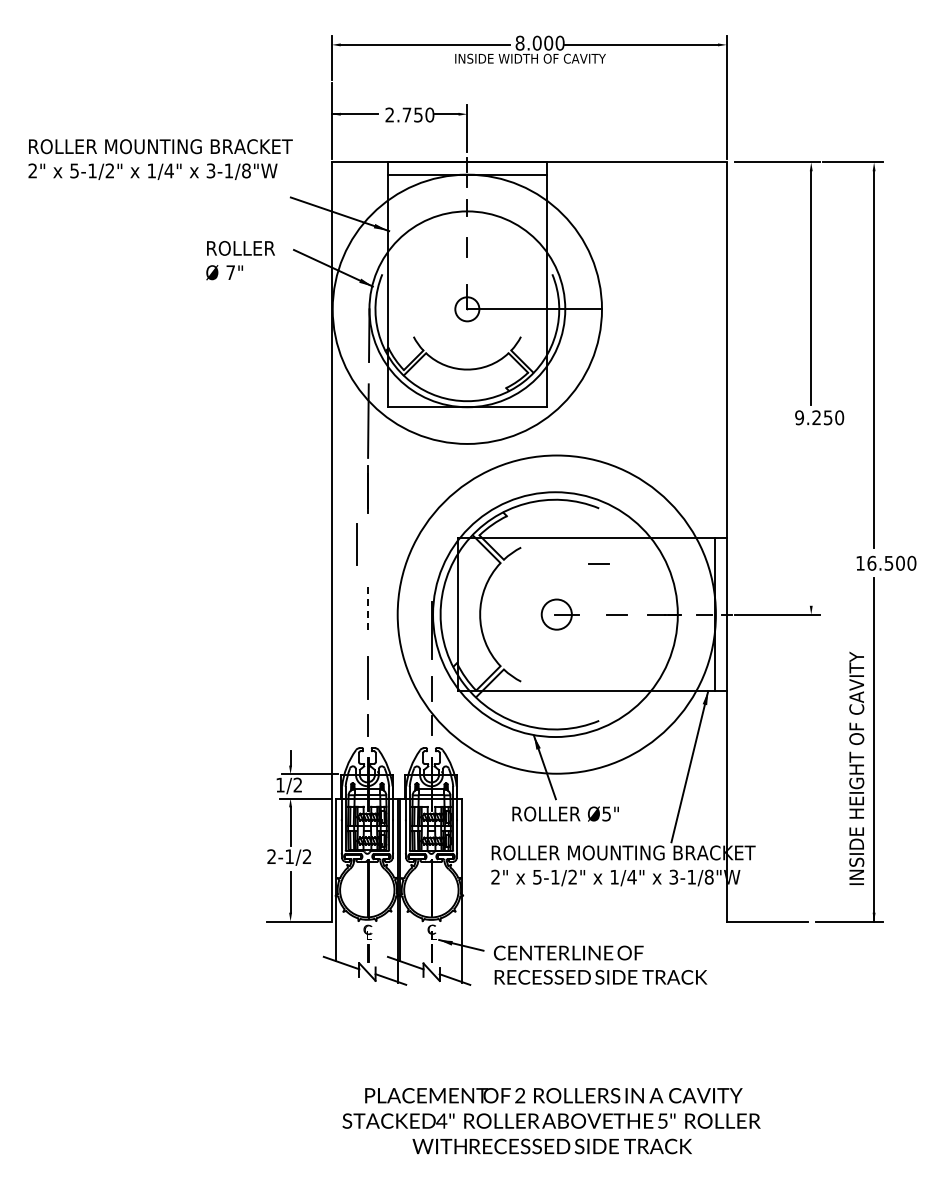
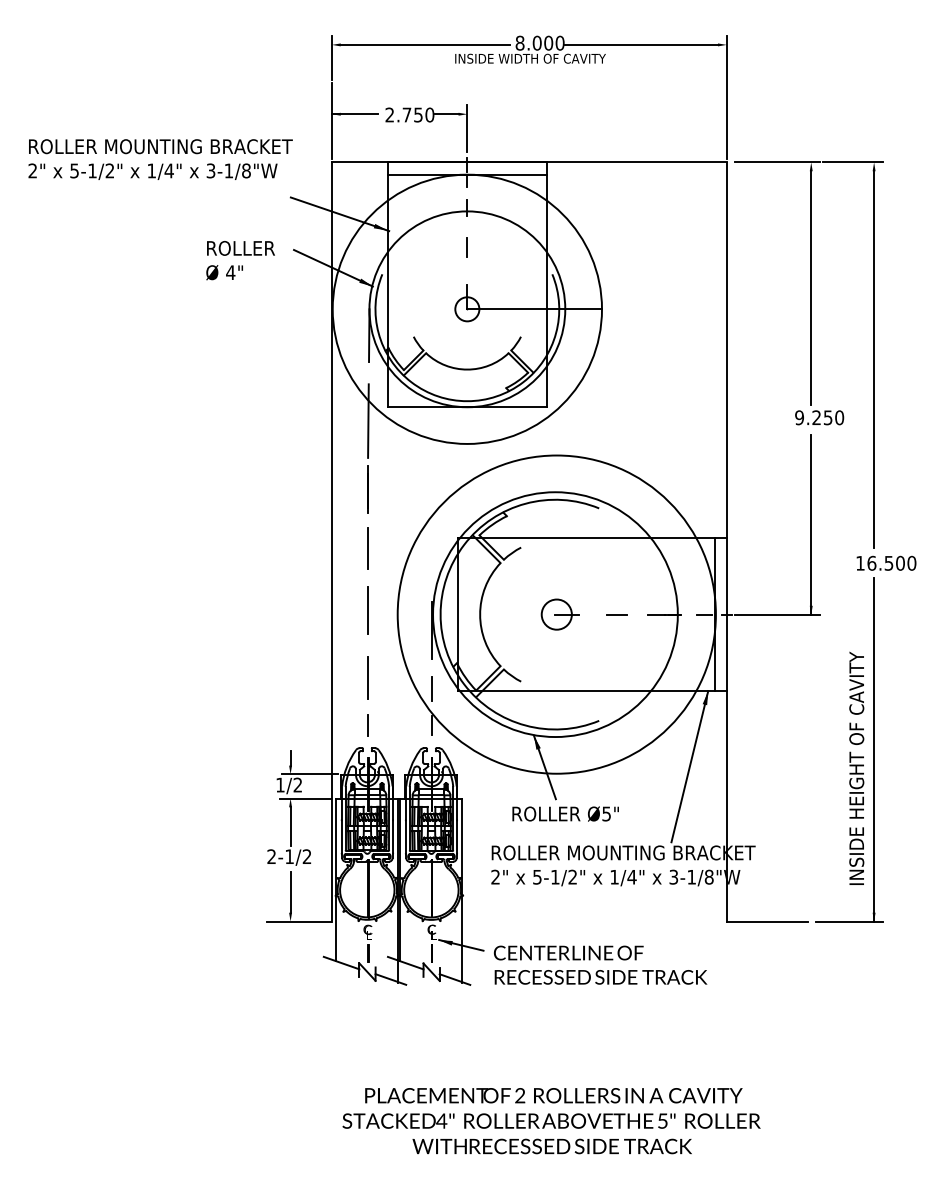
text at (230, 272): 7" -> 4"
line at (811, 524): none -> present
line at (356, 544) position: (356, 544) -> (367, 548)
line at (598, 563): present -> none
line at (368, 611): dashed -> solid
